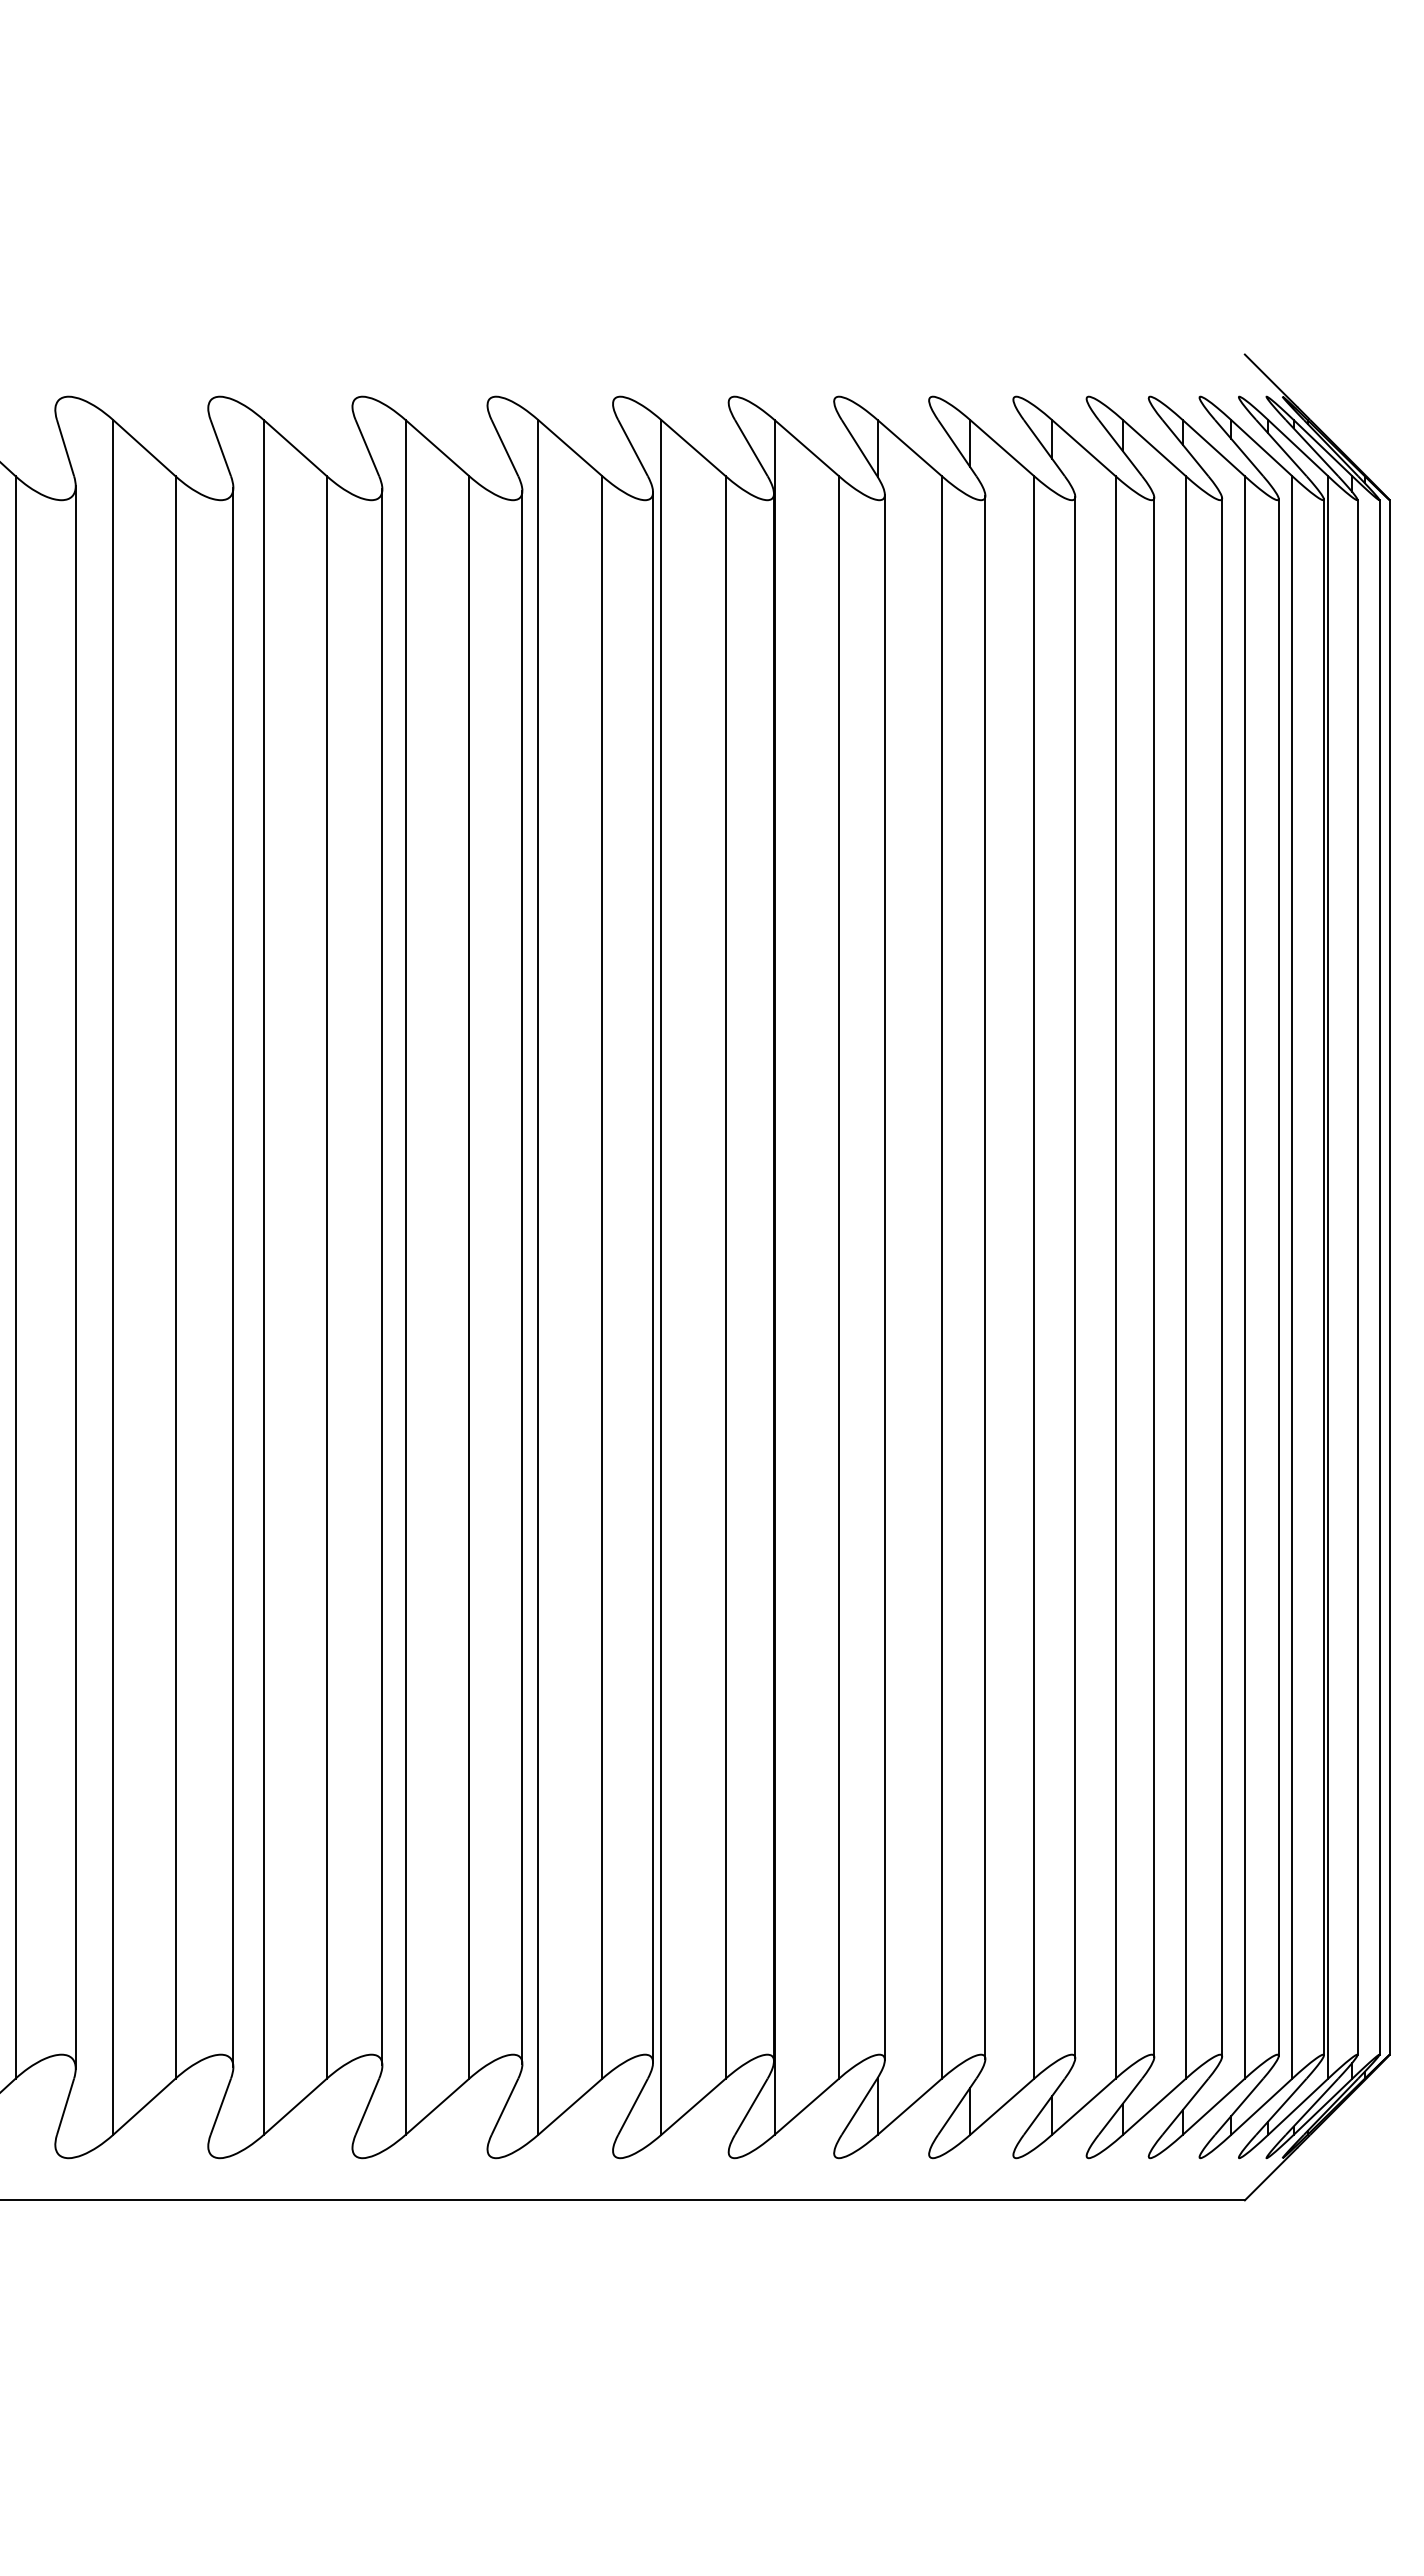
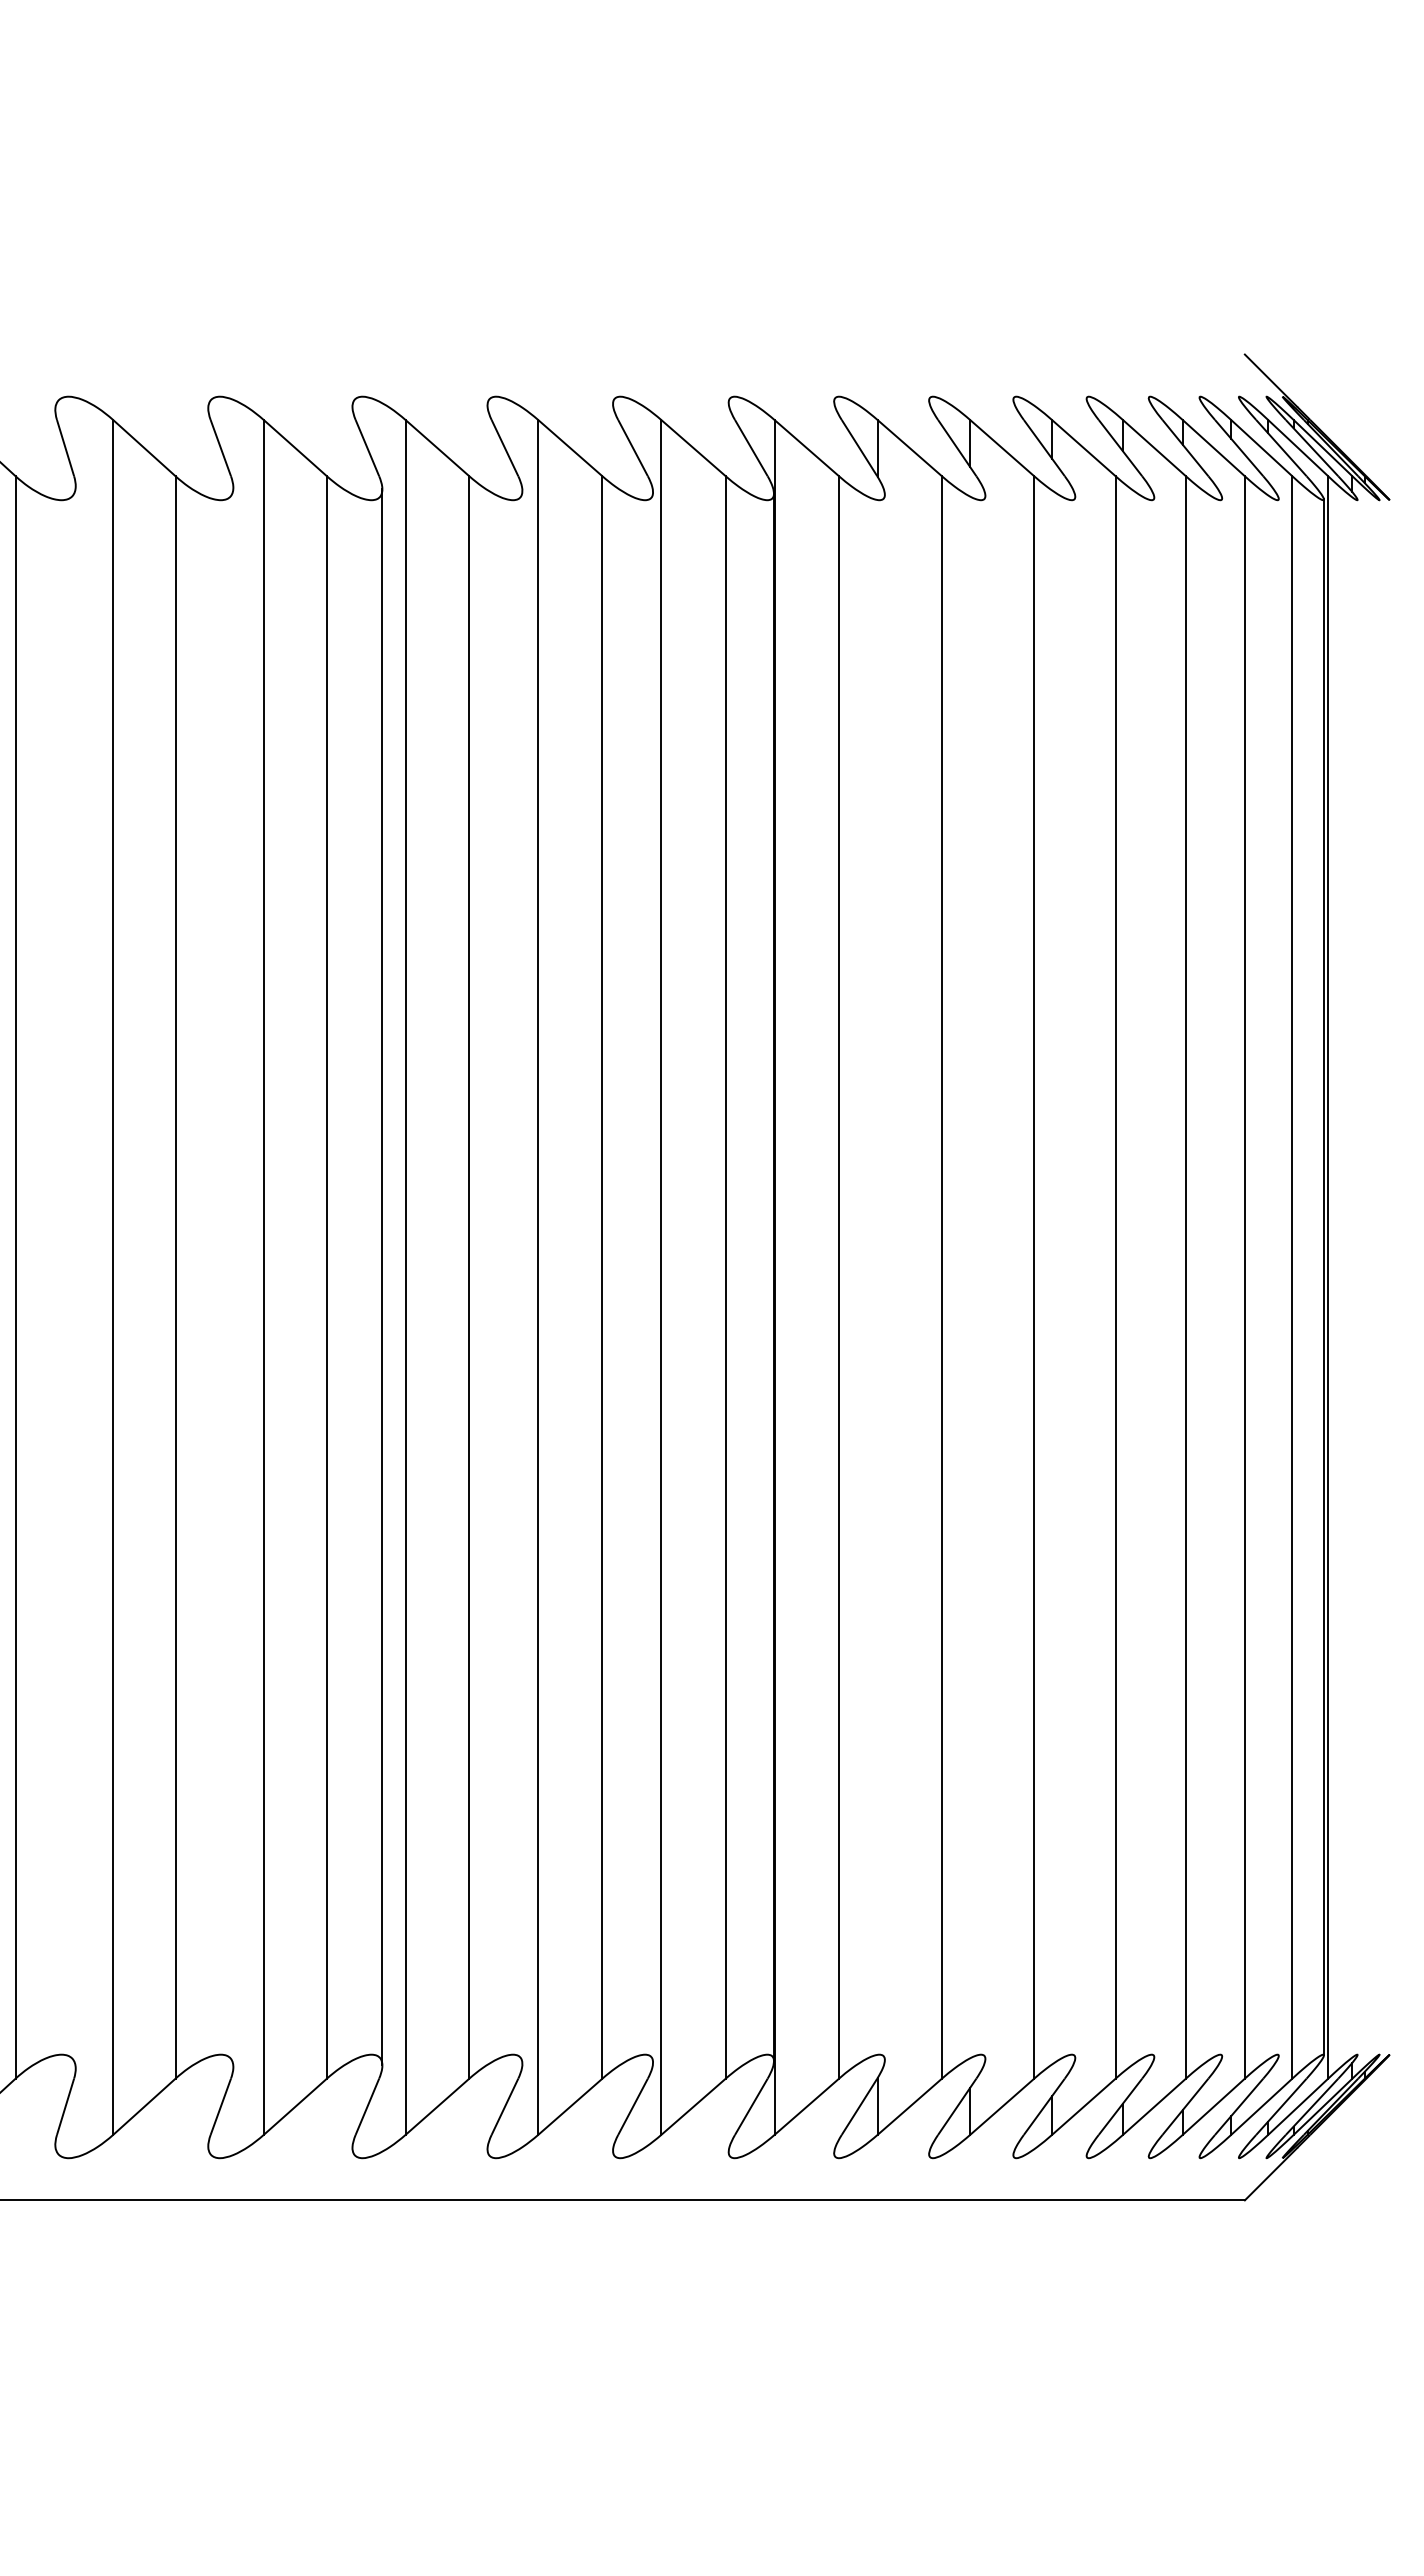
line at (522, 1276): present -> none
line at (75, 1277): present -> none
line at (233, 1277): present -> none
line at (653, 1277): present -> none
line at (884, 1277): present -> none
line at (985, 1277): present -> none
line at (1075, 1277): present -> none
line at (1154, 1277): present -> none
line at (1222, 1277): present -> none
line at (1278, 1277): present -> none
line at (1357, 1277): present -> none
line at (1379, 1277): present -> none
line at (1389, 1277): present -> none
